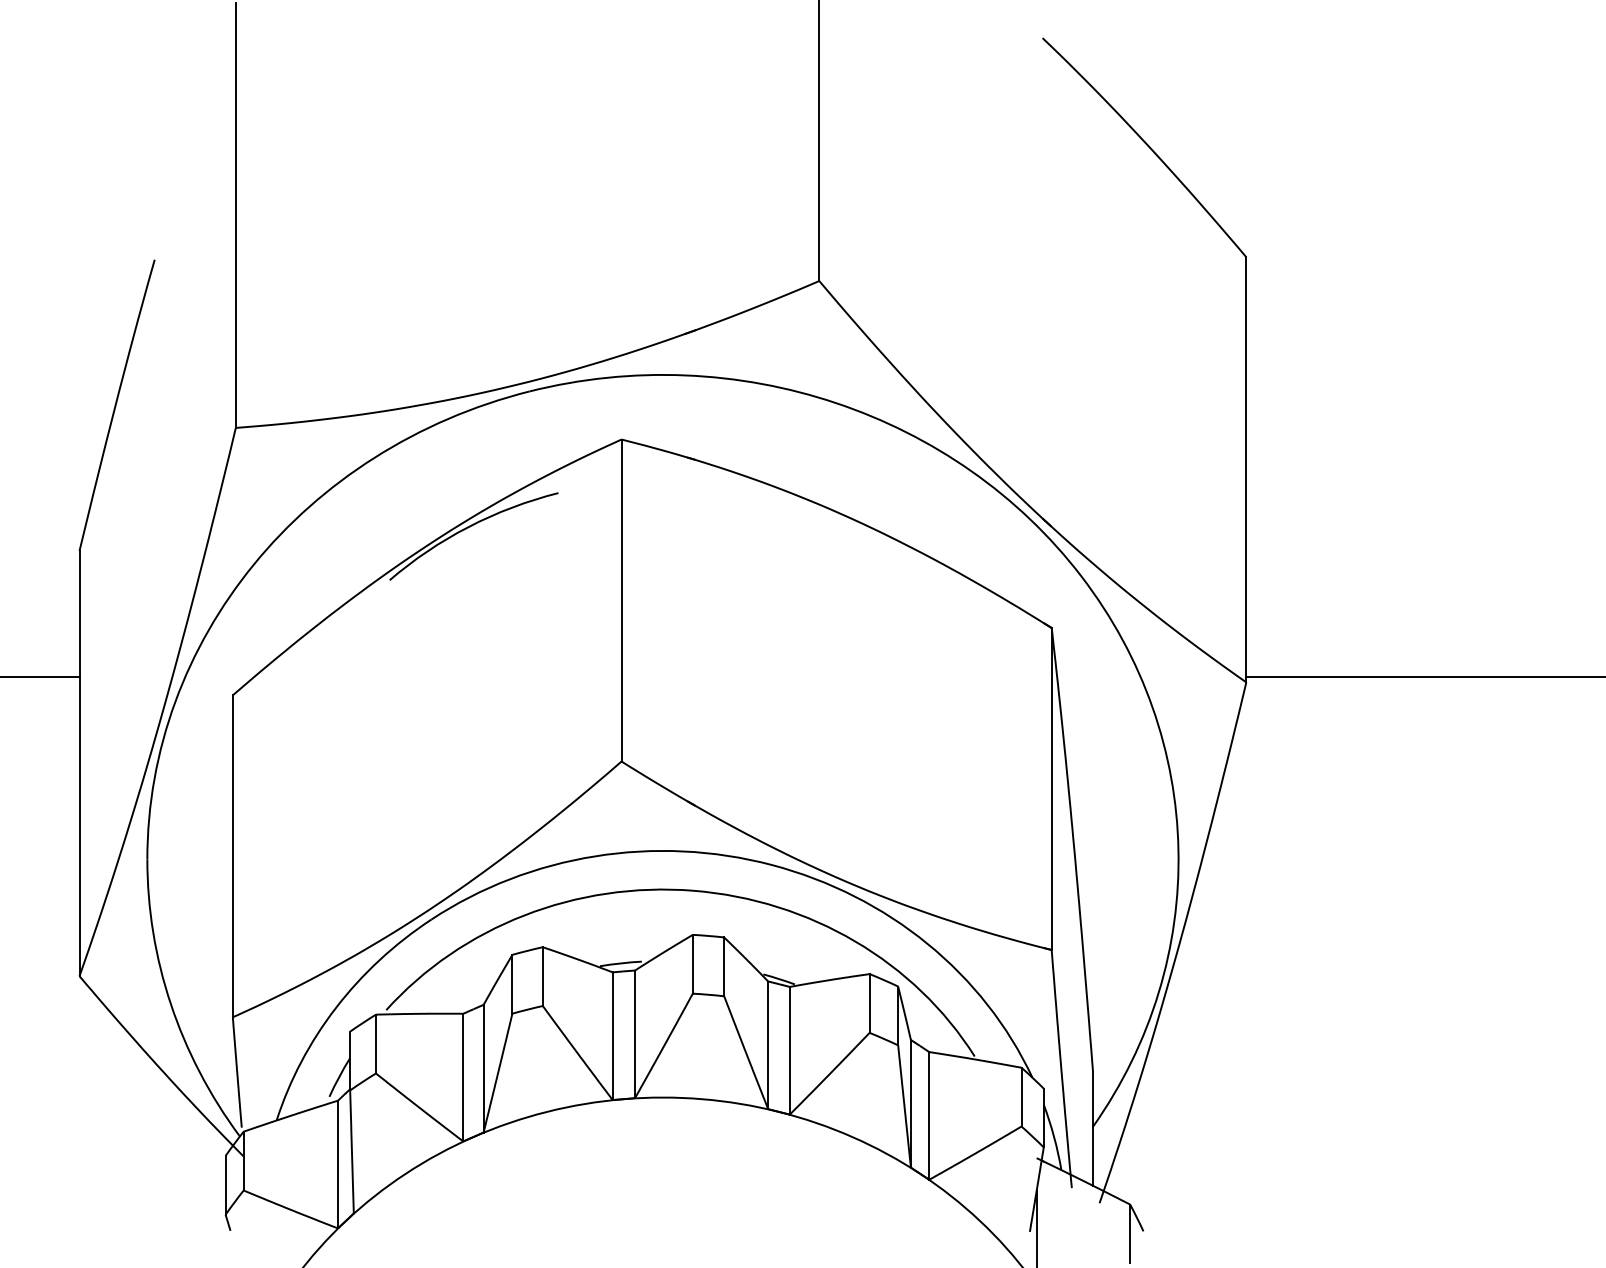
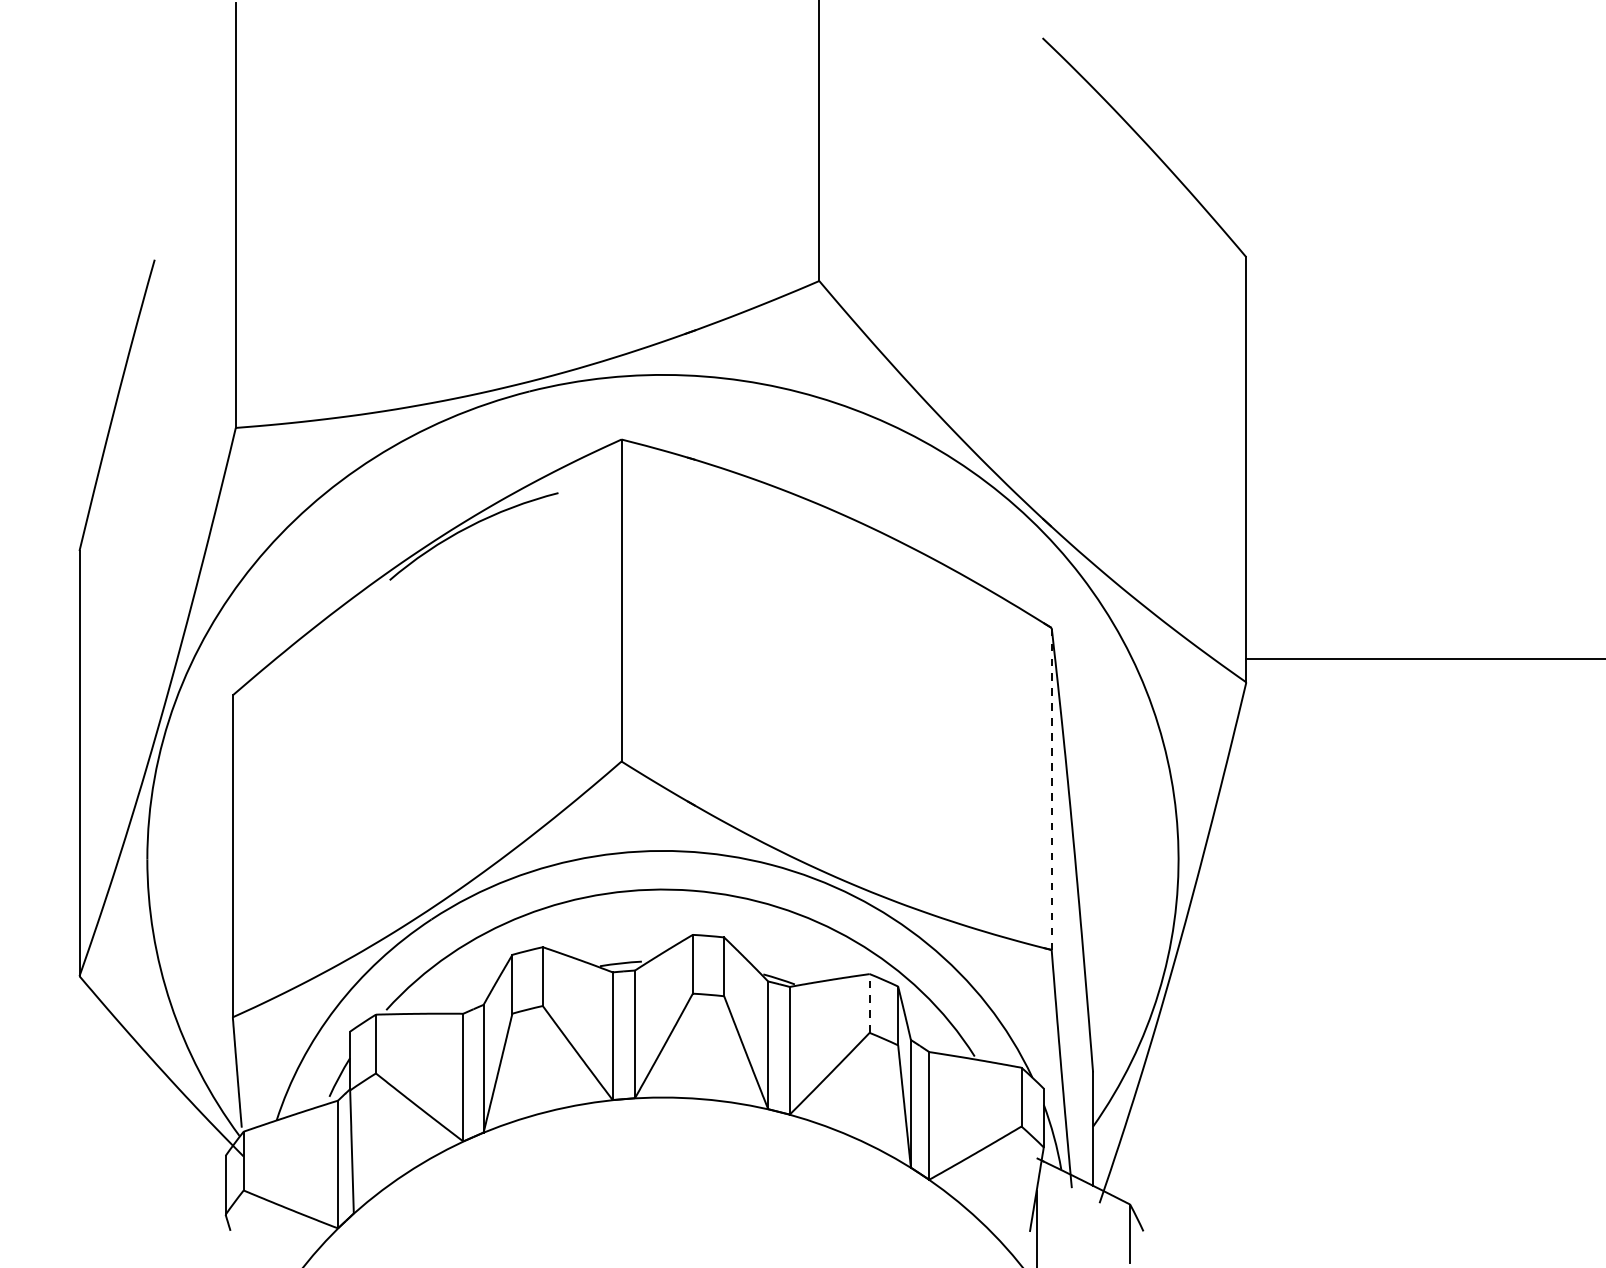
line at (40, 677): present -> none
line at (1424, 677) position: (1424, 677) -> (1424, 659)
line at (1051, 788): solid -> dashed
line at (869, 1002): solid -> dashed
